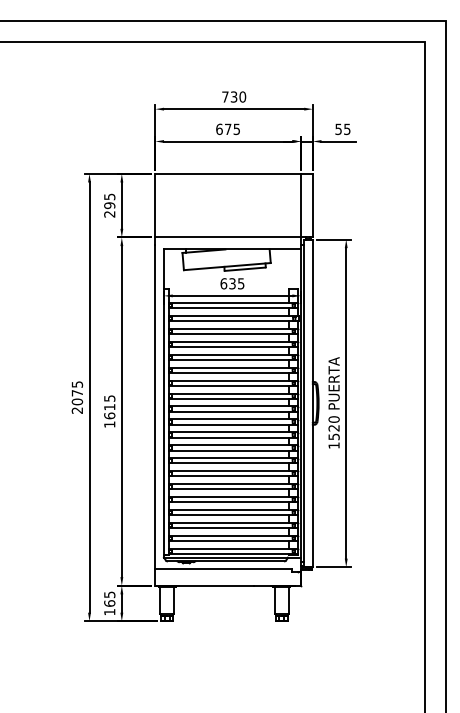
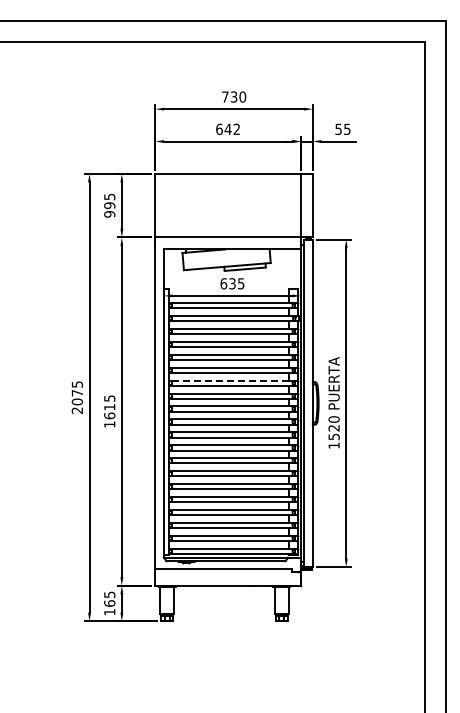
text at (231, 129): 675 -> 642
text at (109, 214): 295 -> 995
line at (228, 380): solid -> dashed
